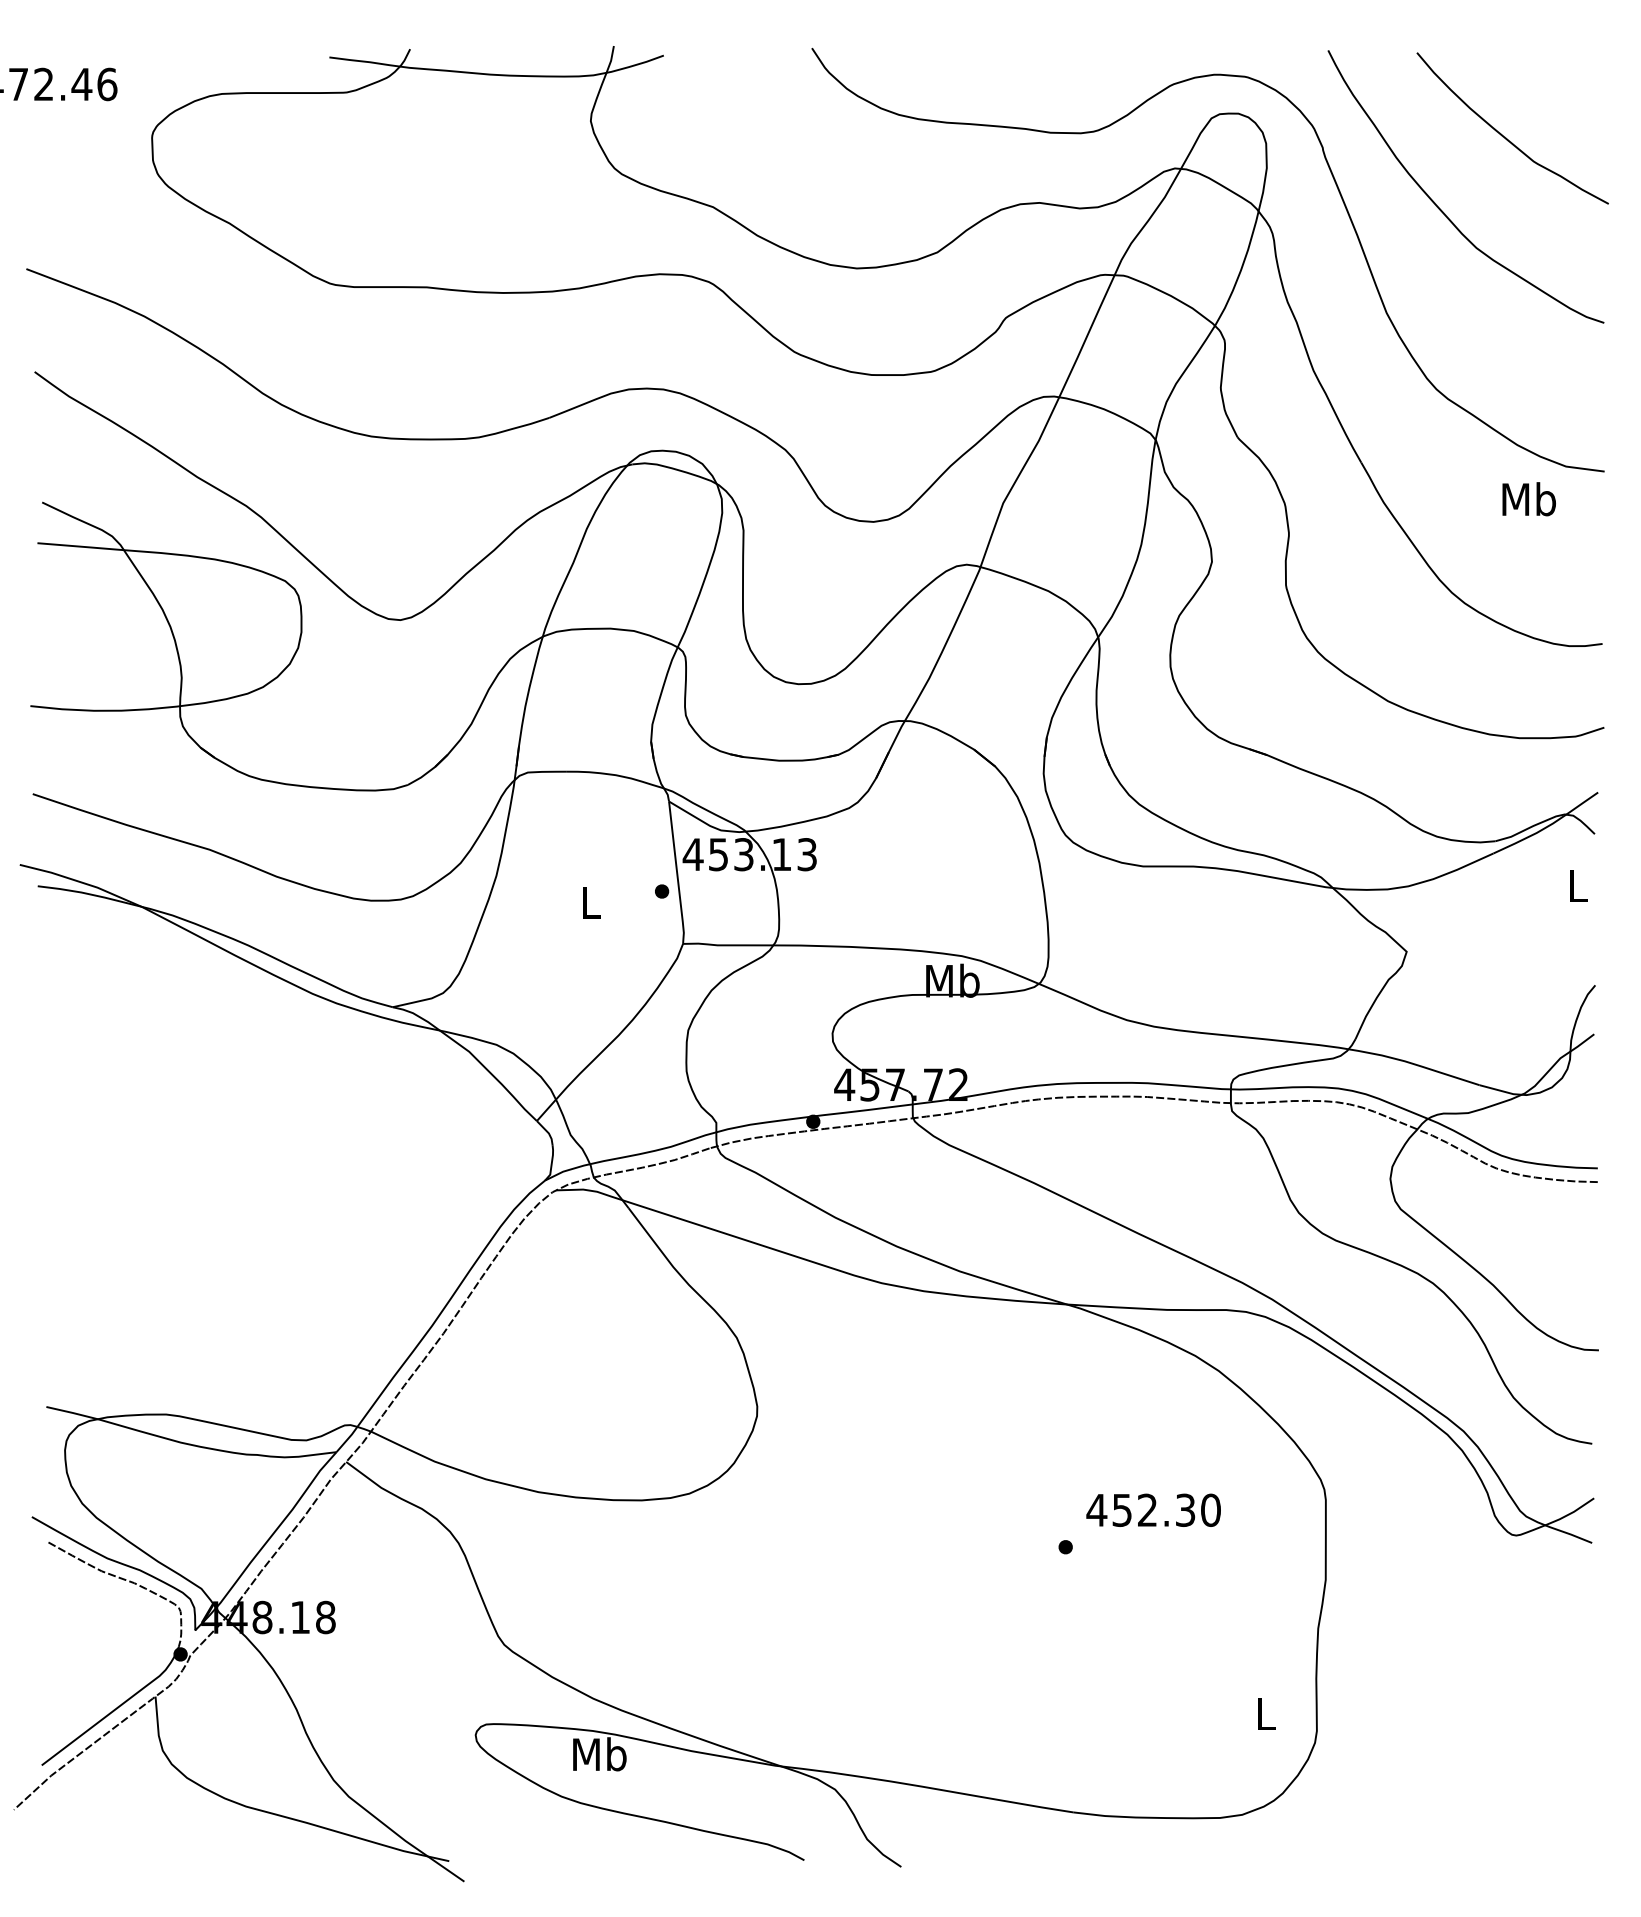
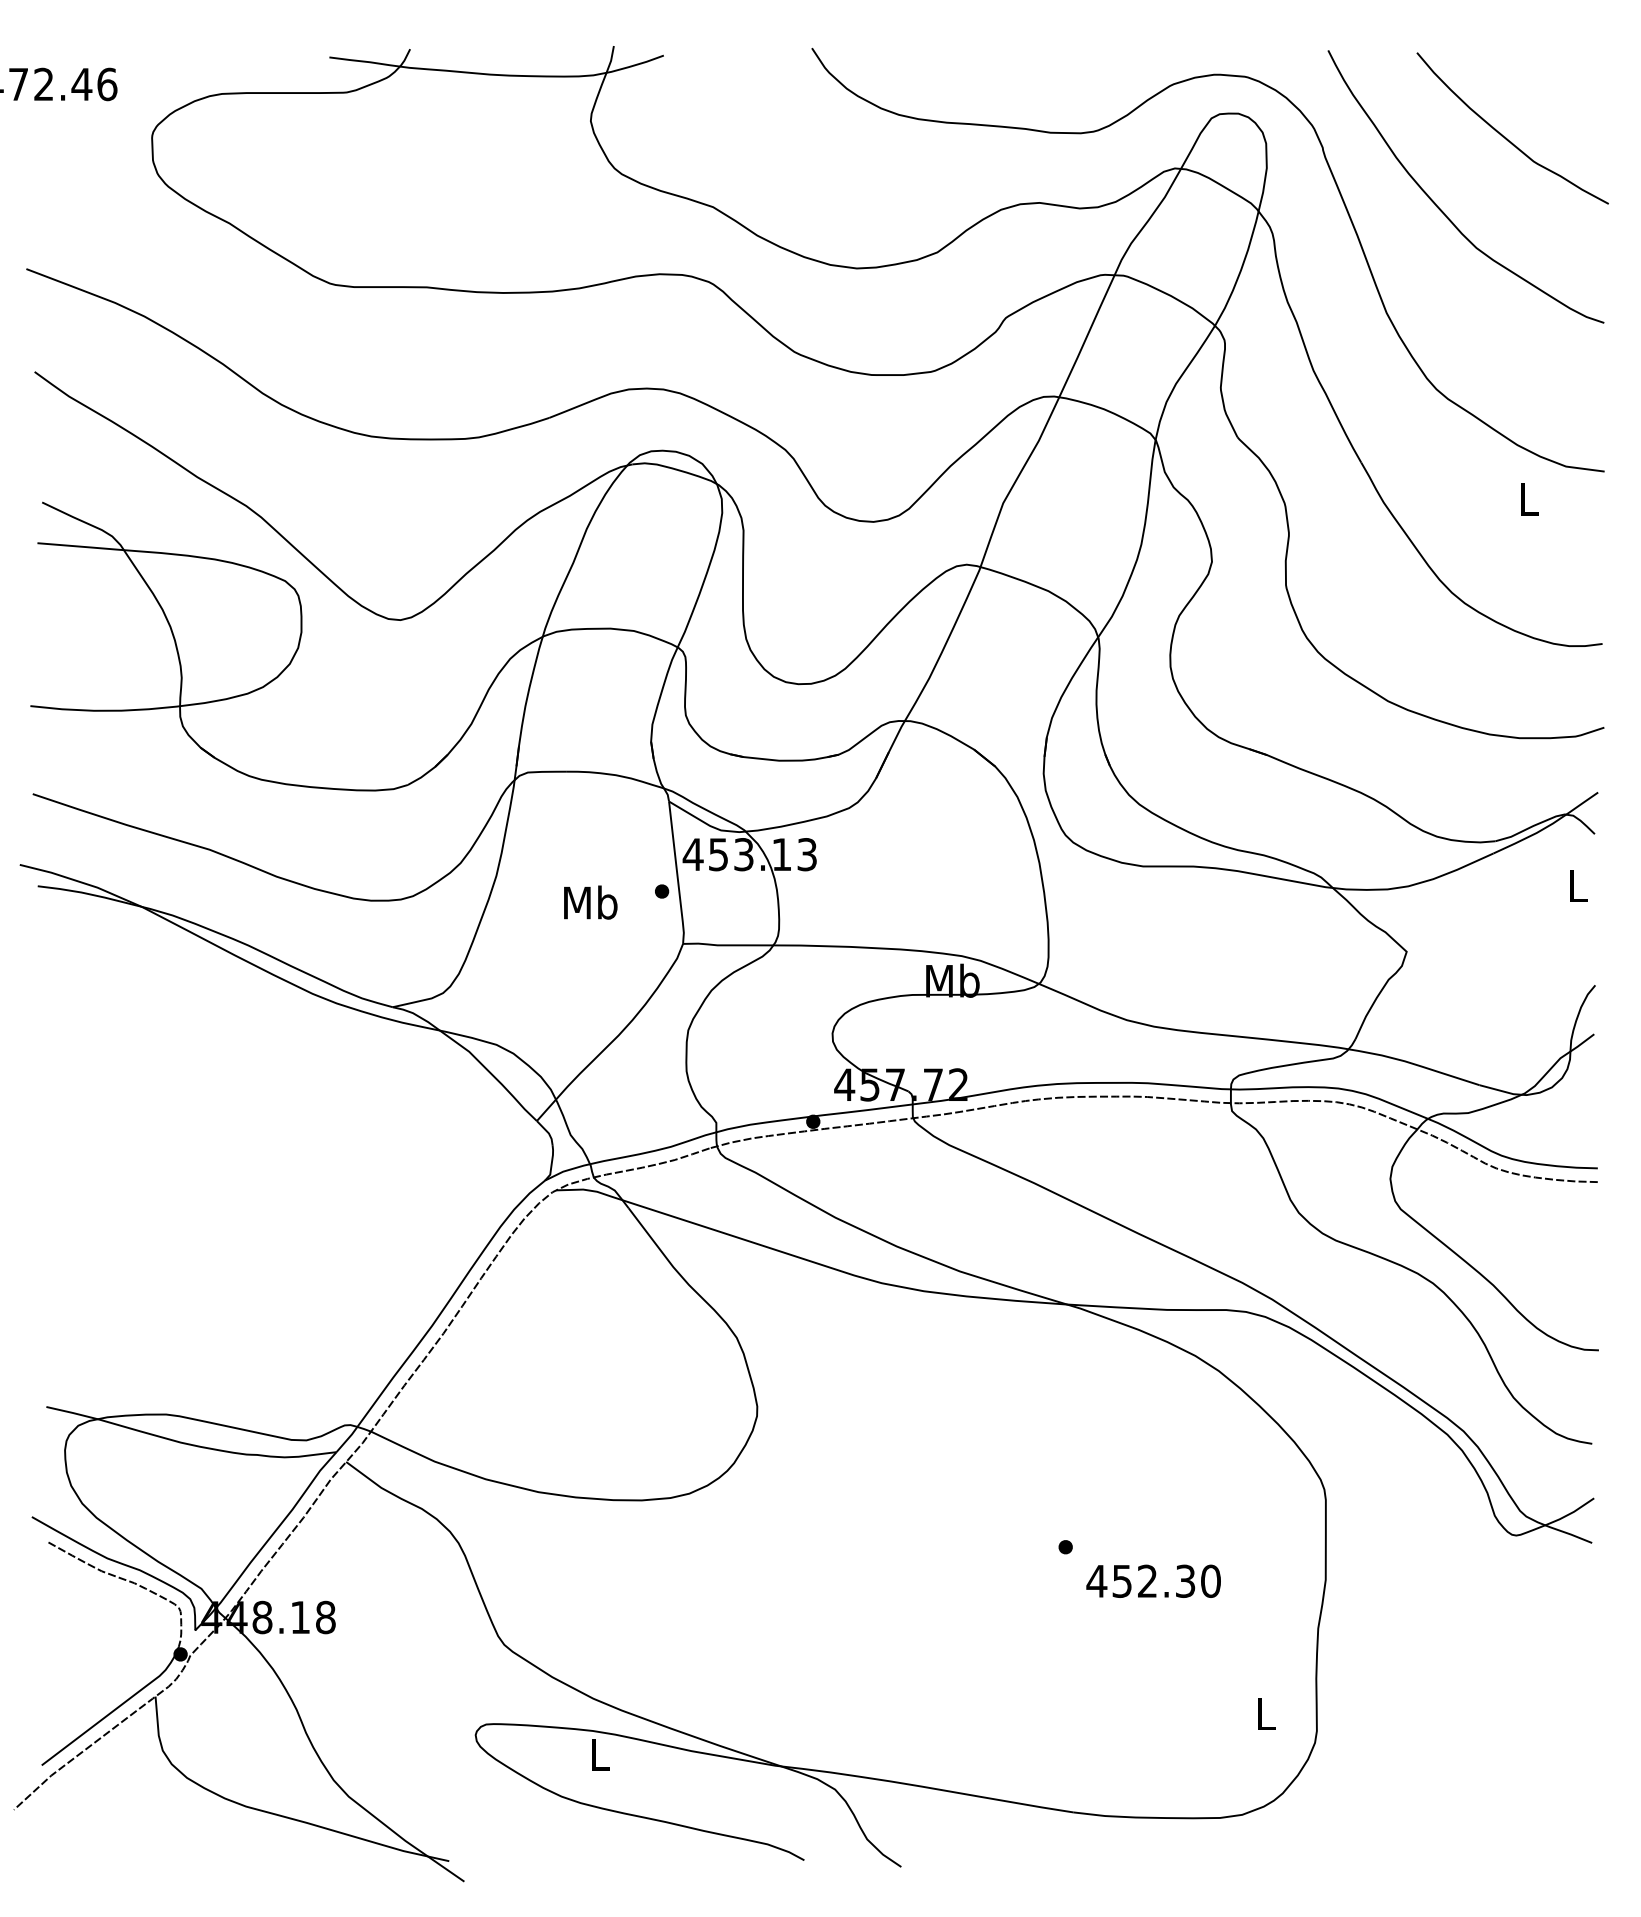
text at (1528, 499): Mb -> L
text at (590, 902): L -> Mb
text at (1153, 1509) position: (1153, 1509) -> (1153, 1580)
text at (599, 1754): Mb -> L
